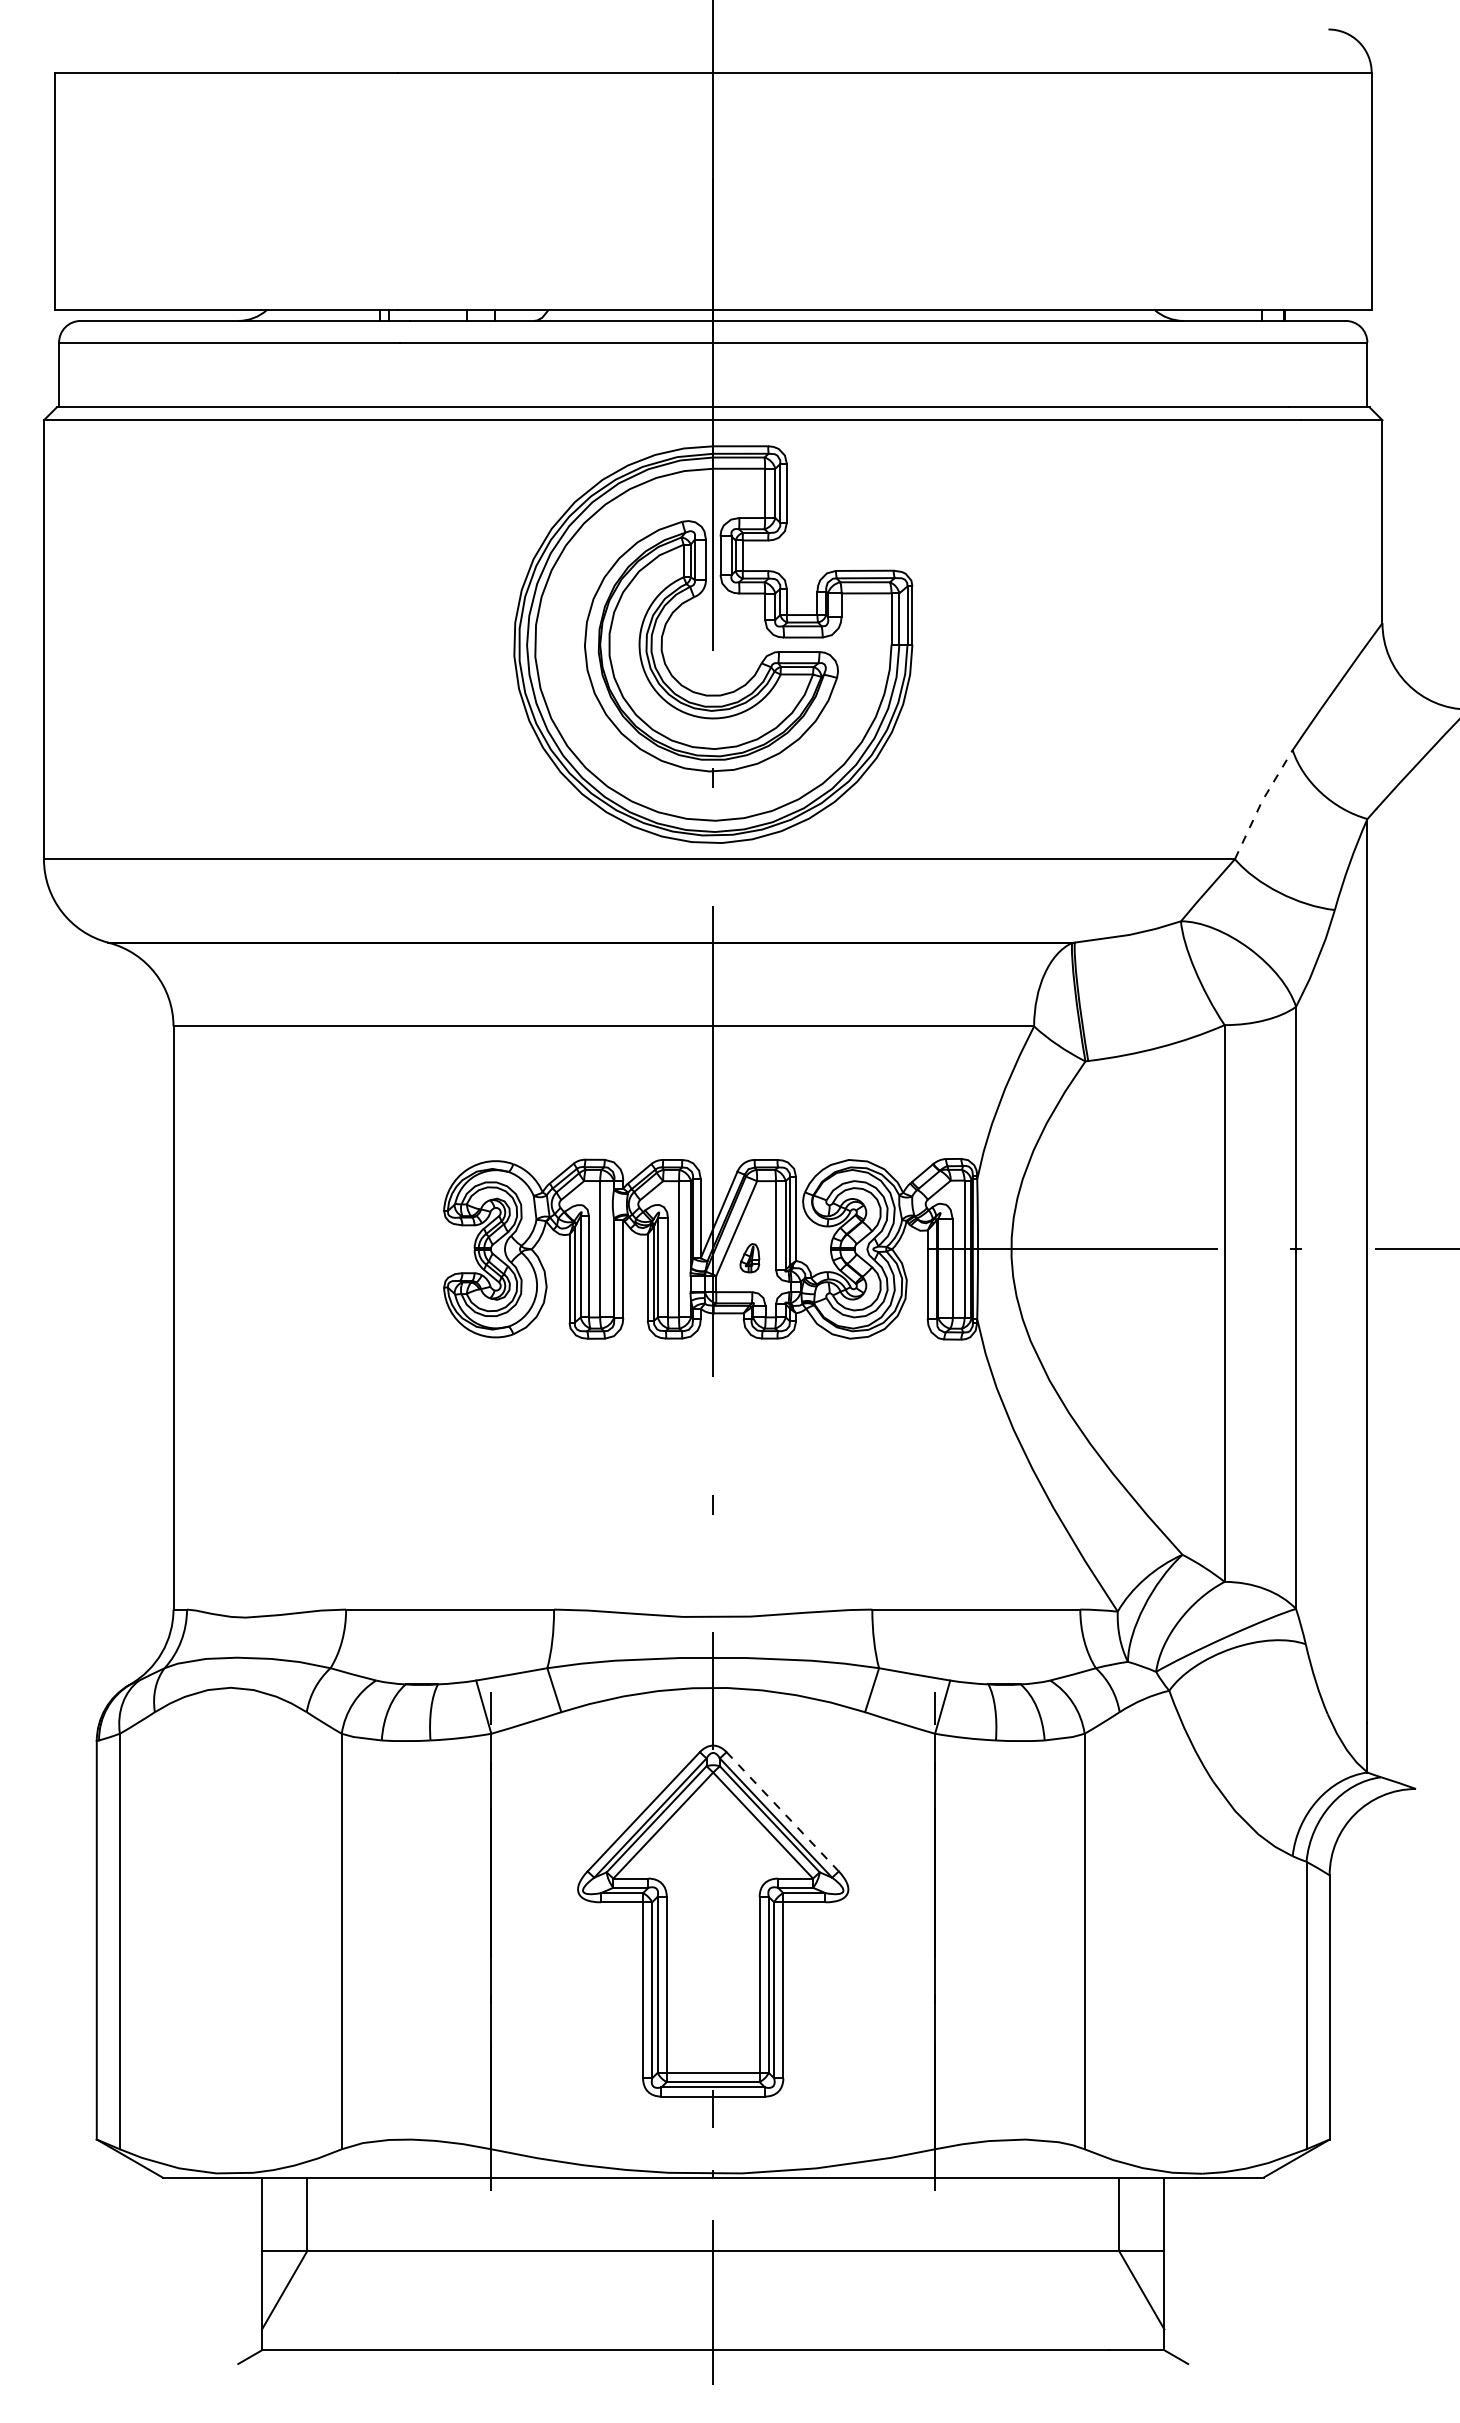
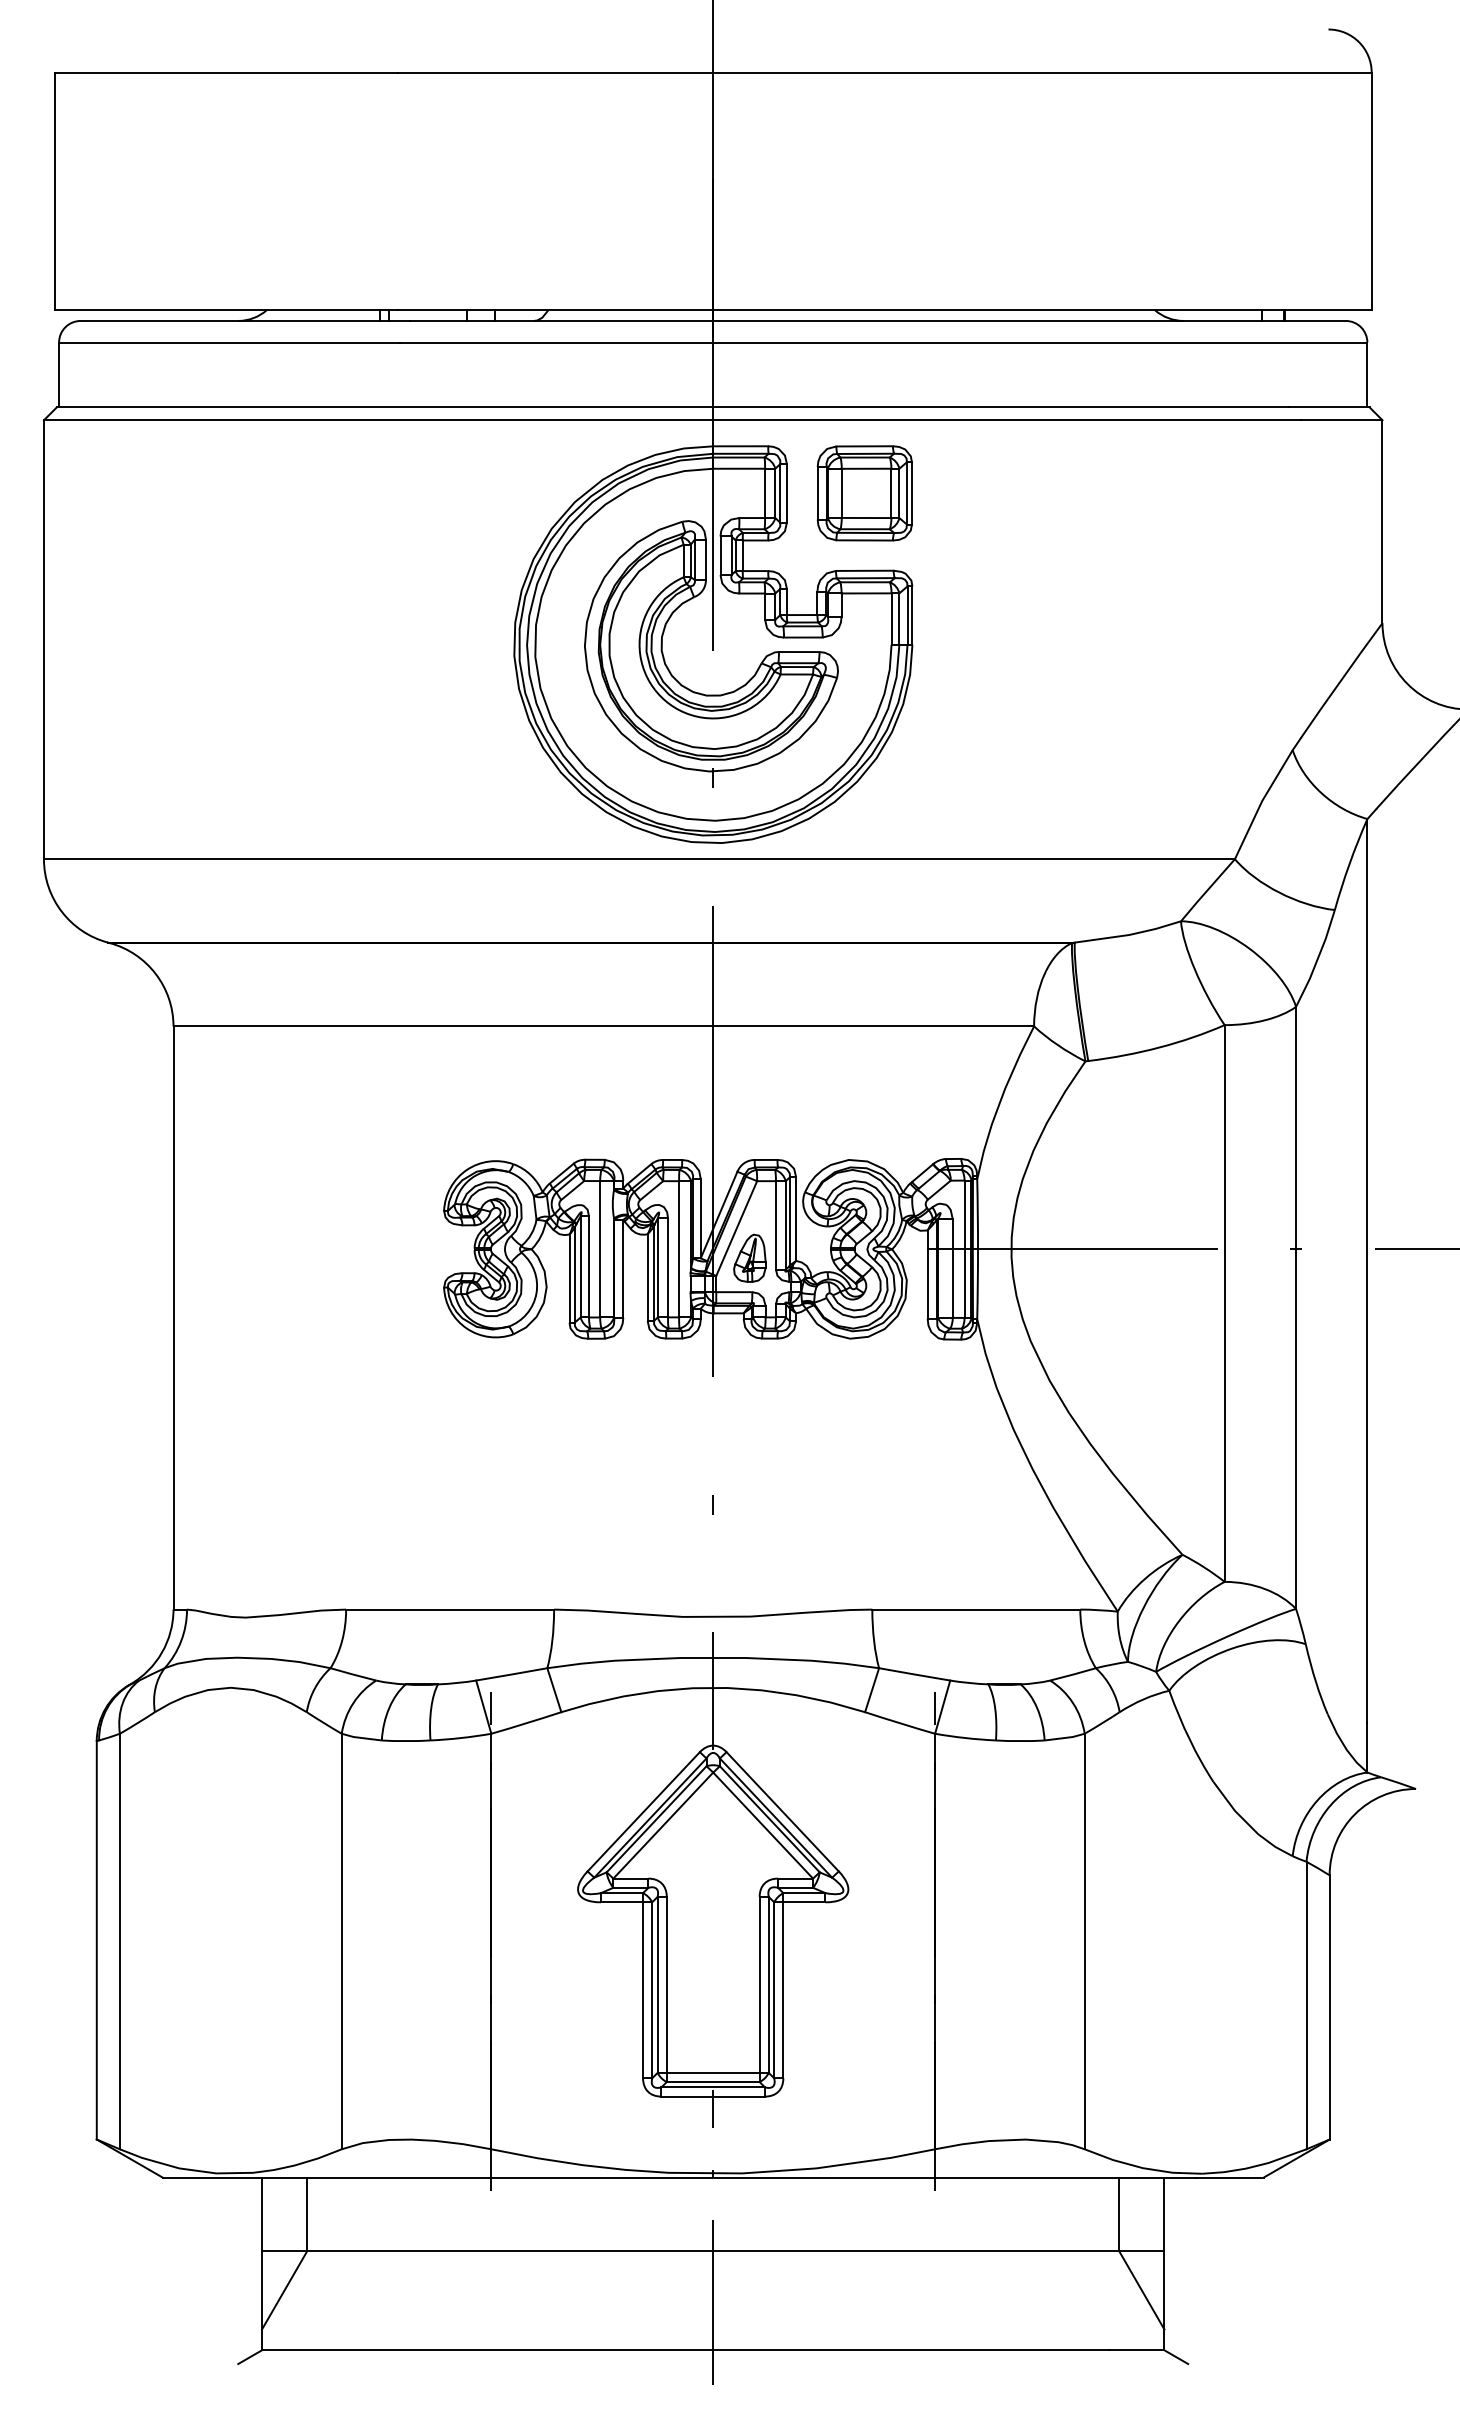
part at (864, 493): none -> present
line at (1261, 802): dashed -> solid
part at (749, 1258) size: 22x31 px -> 34x50 px
line at (782, 1811): dashed -> solid
